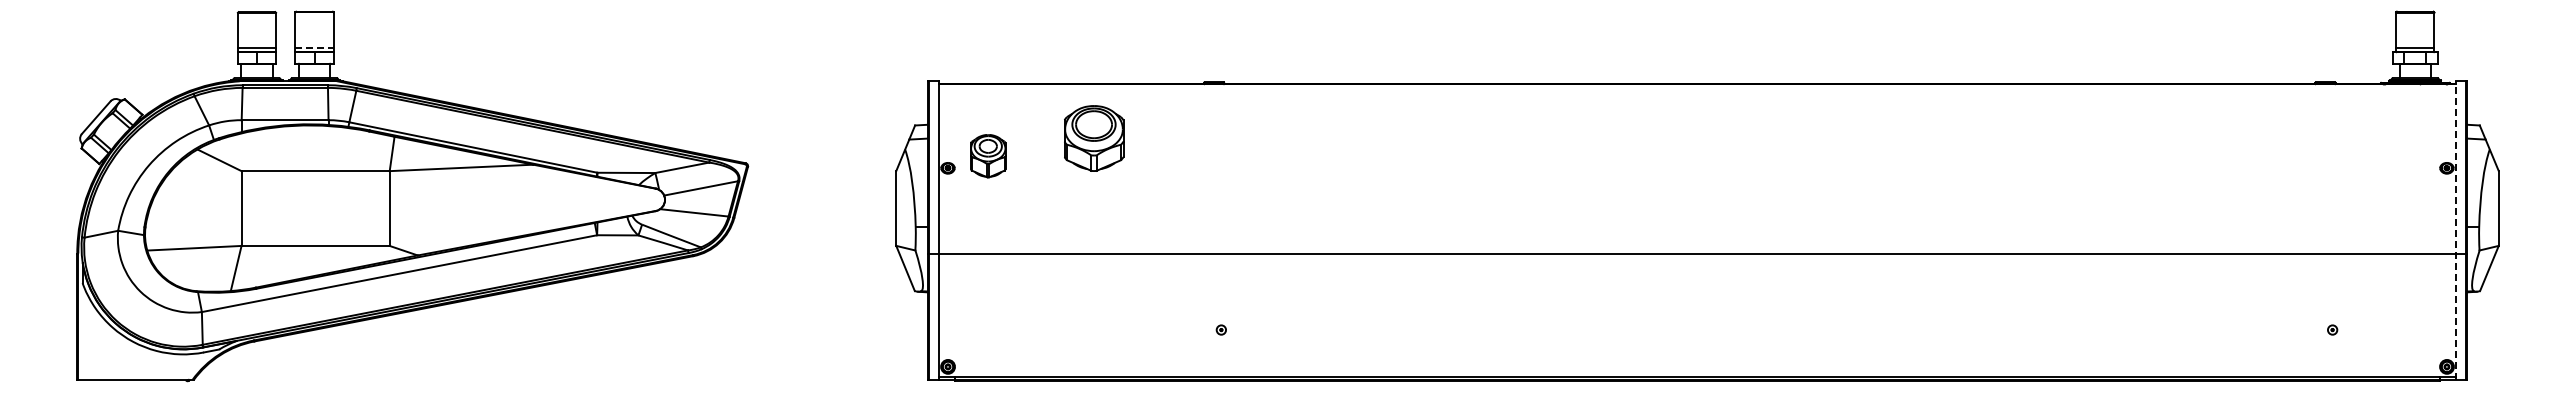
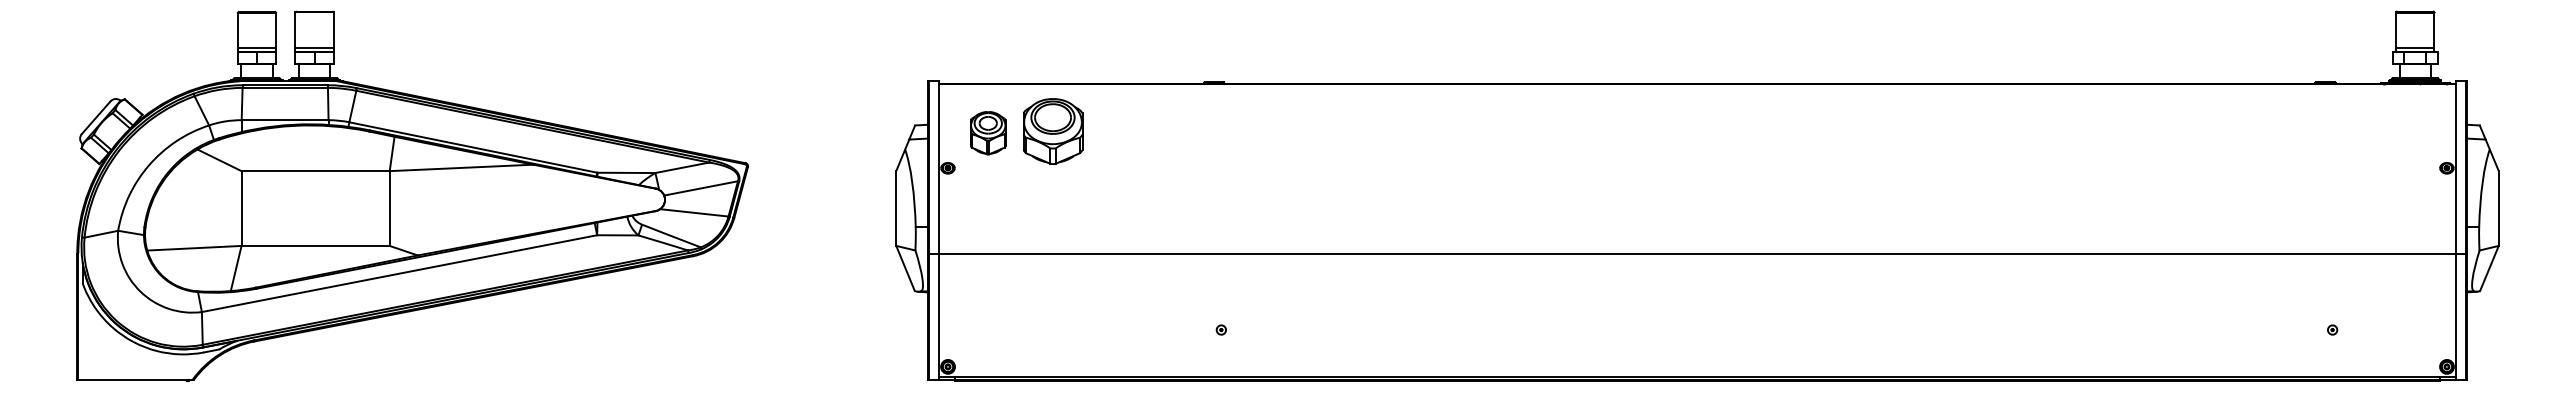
line at (315, 47): dashed -> solid
part at (1094, 138) position: (1094, 138) -> (1053, 131)
part at (988, 156) position: (988, 156) -> (988, 133)
line at (2455, 230): dashed -> solid
